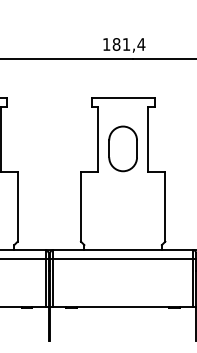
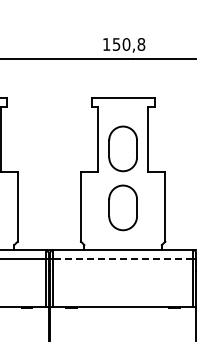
text at (128, 44): 181,4 -> 150,8
part at (122, 207): none -> present
line at (123, 258): solid -> dashed
